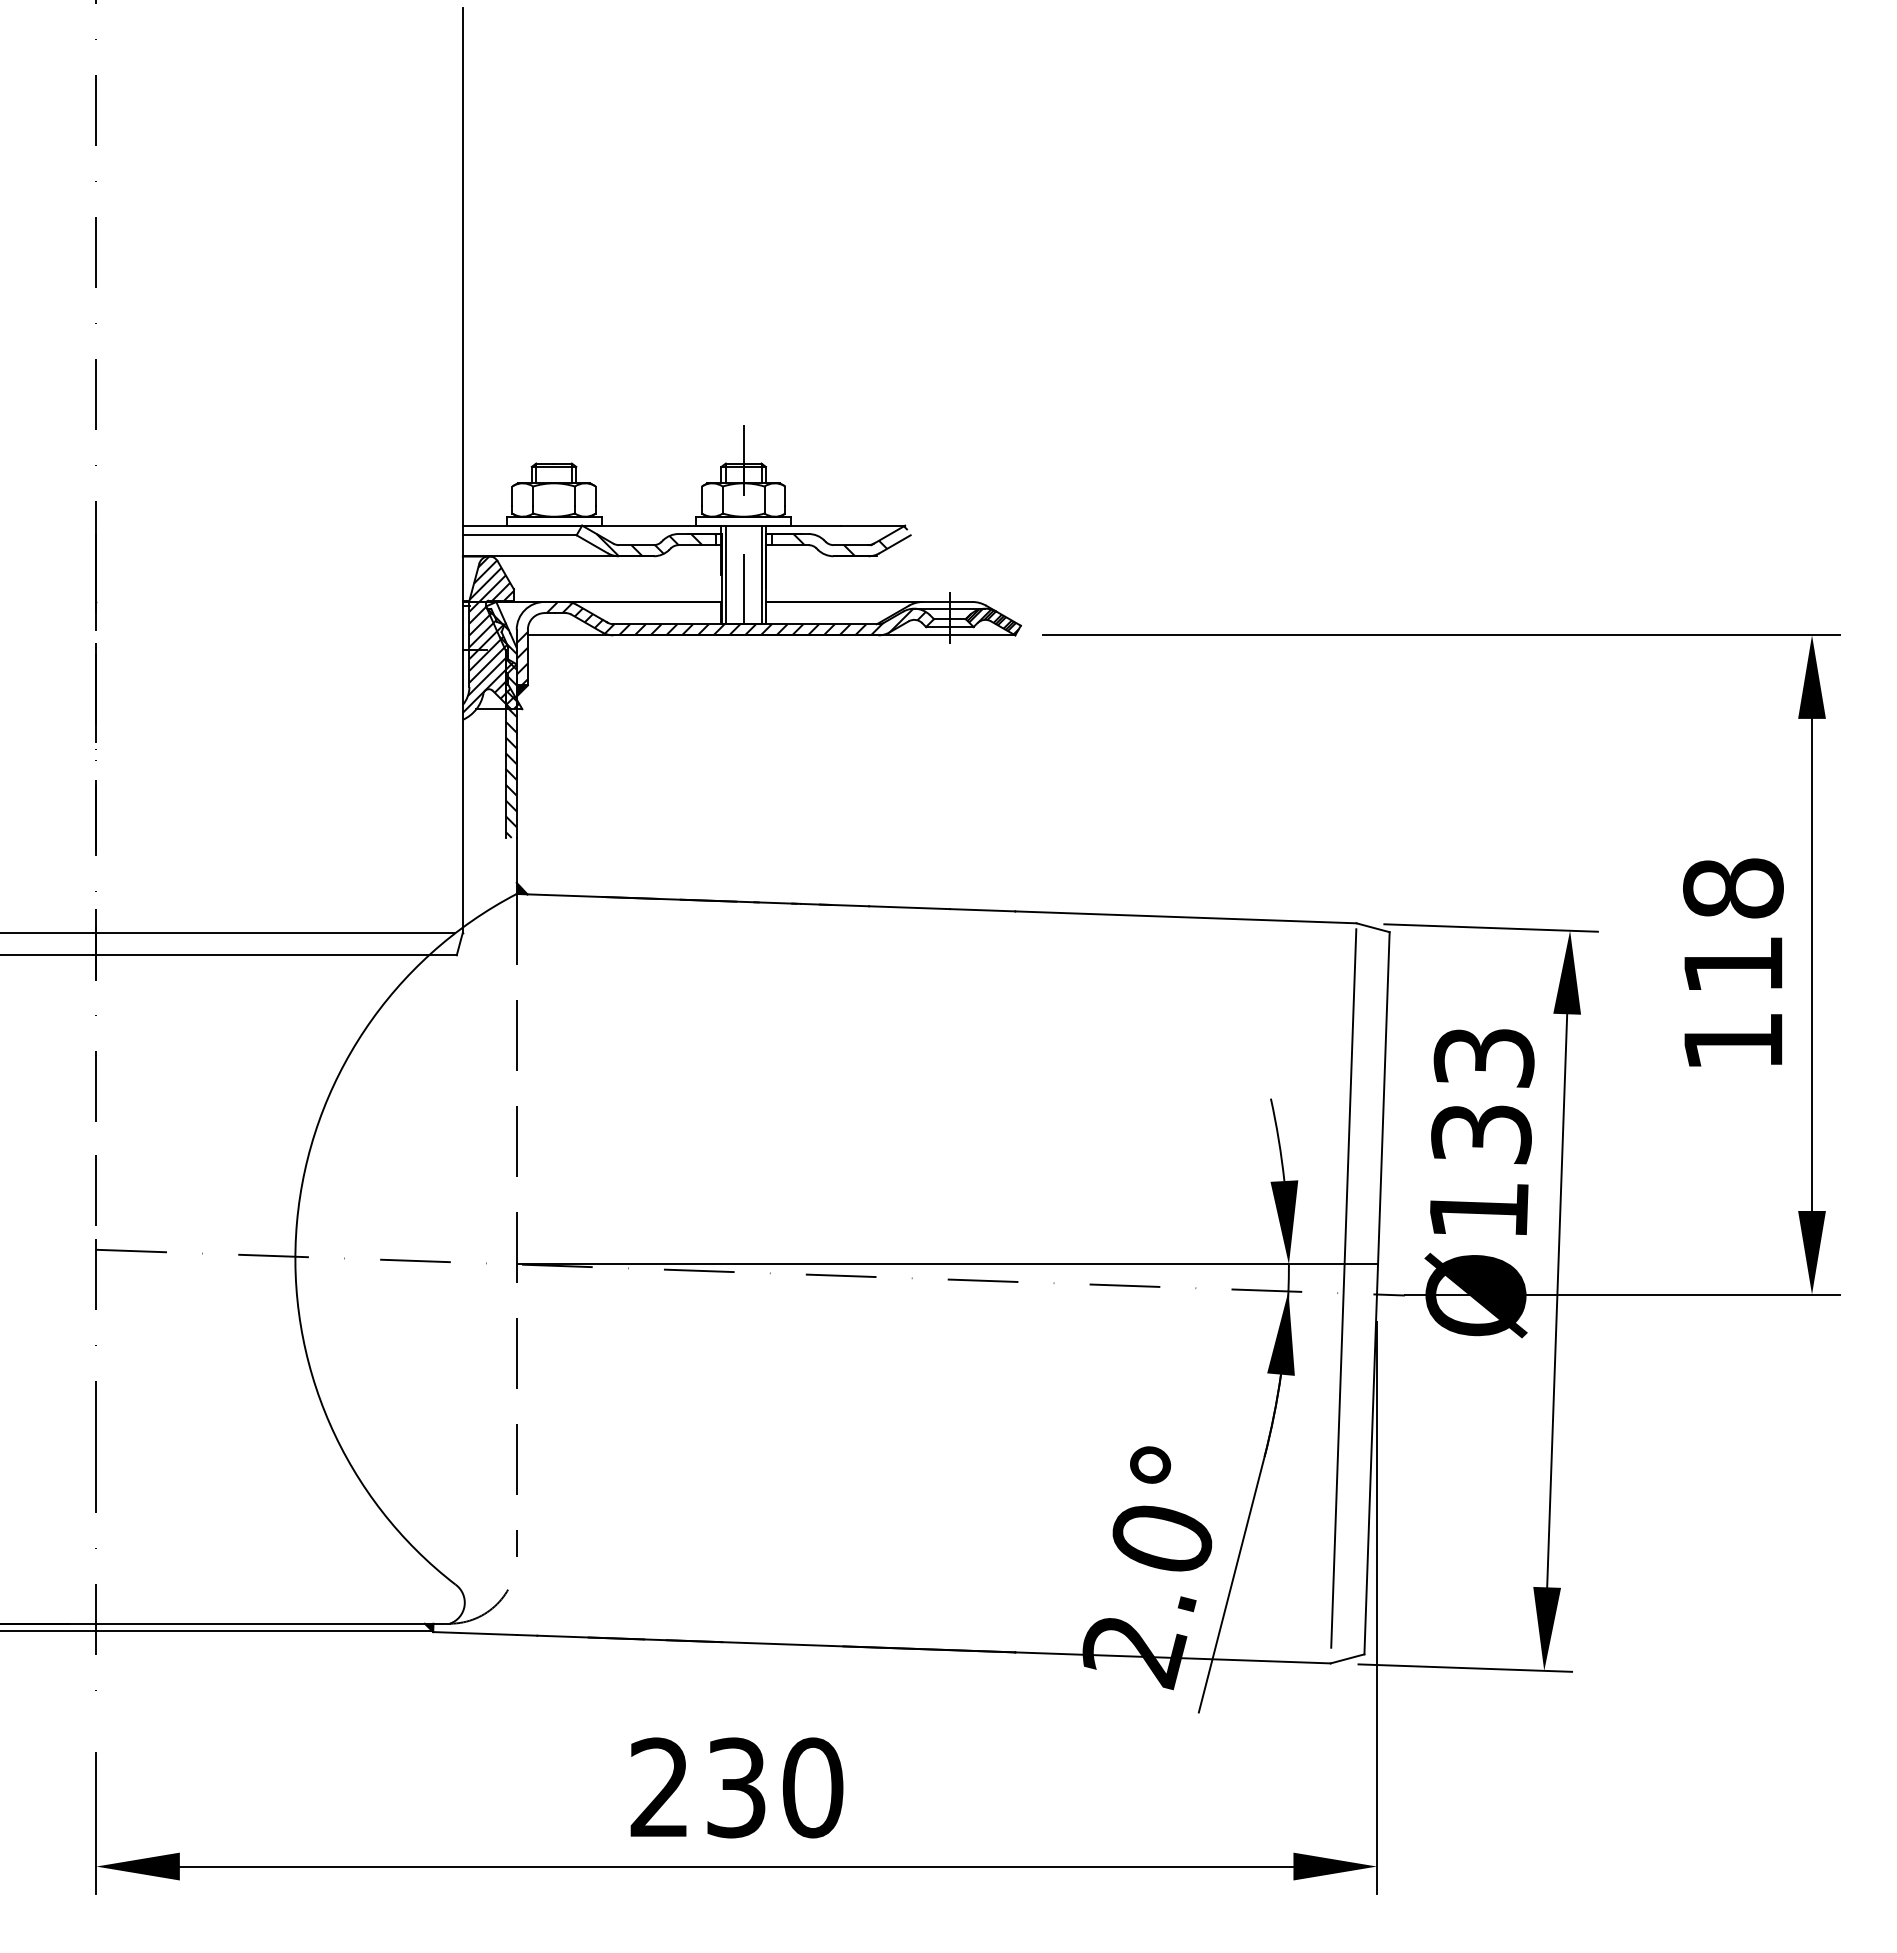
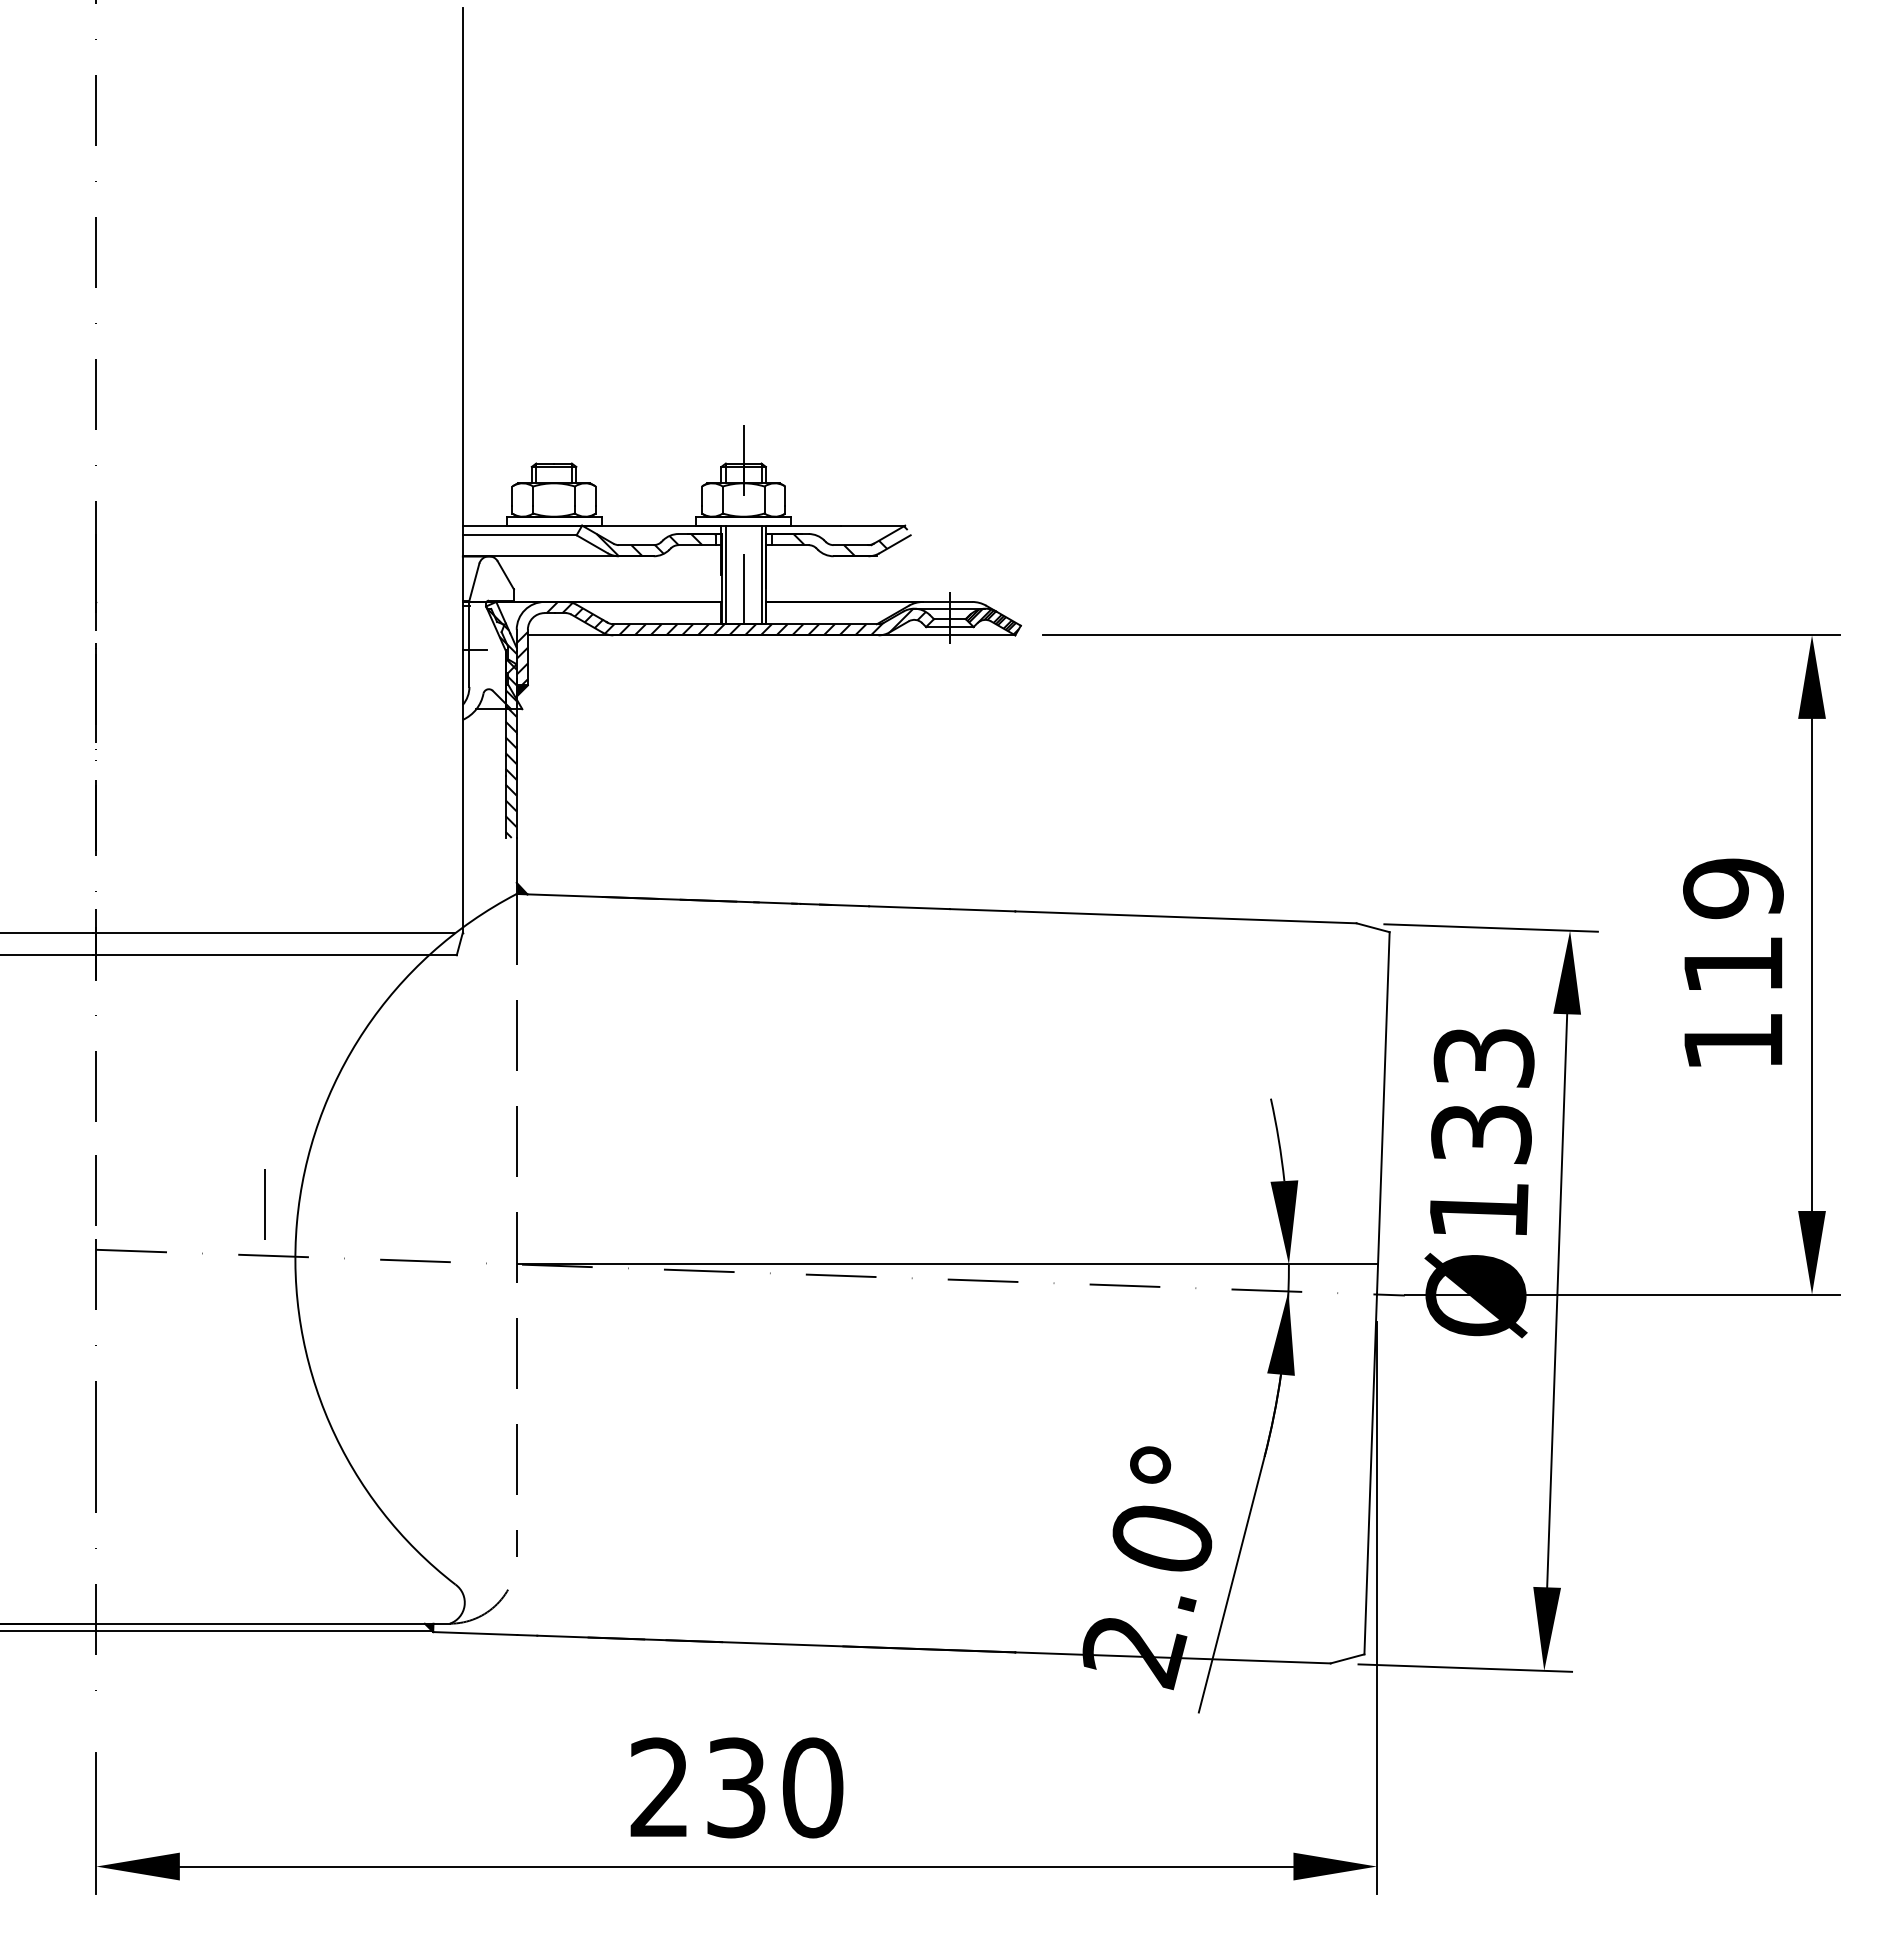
hatch at (490, 634): present -> none
text at (1733, 888): 118 -> 119
line at (264, 1204): none -> present
line at (1343, 1288): present -> none
